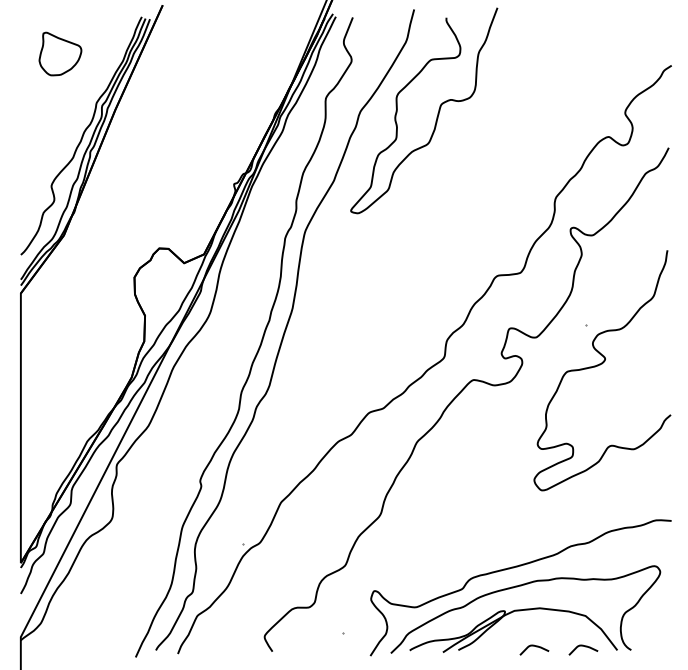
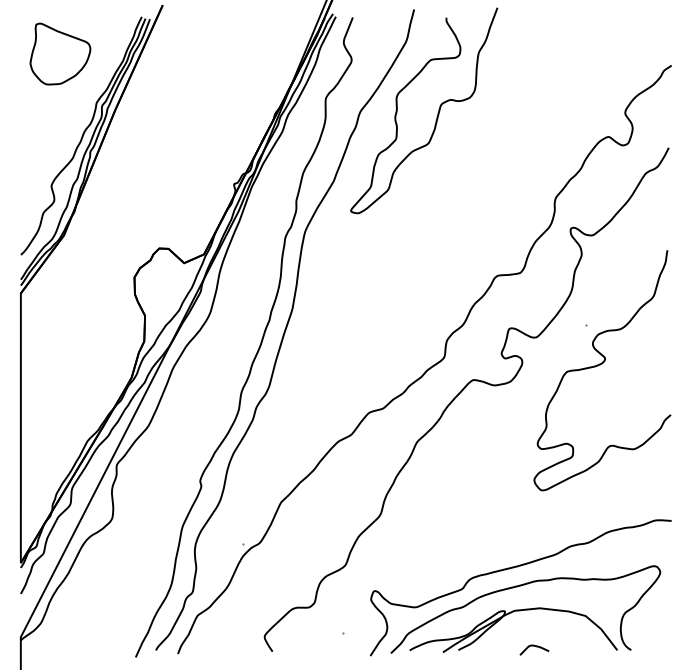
part at (60, 53) size: 45x46 px -> 63x64 px
curve at (585, 647): present -> none
